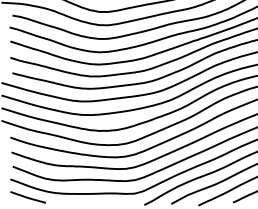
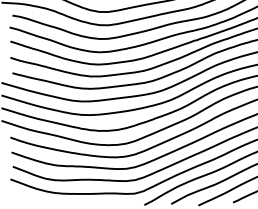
line at (27, 197): present -> none
